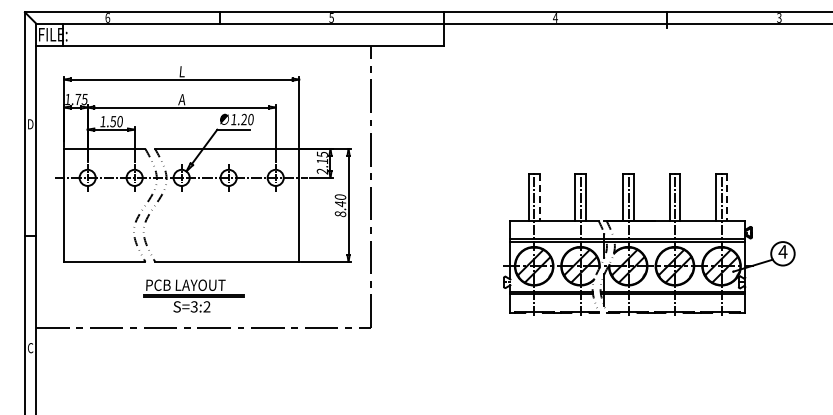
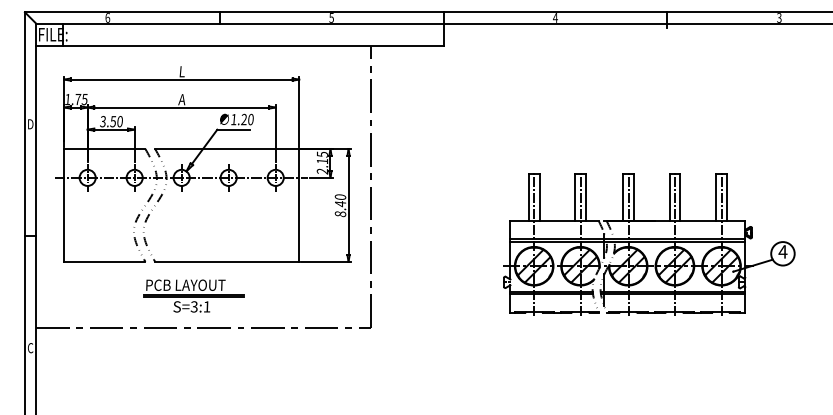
text at (102, 121): 1.50 -> 3.50
line at (539, 197): dashed -> solid
line at (726, 197): dashed -> solid
text at (206, 306): S=3:2 -> S=3:1
